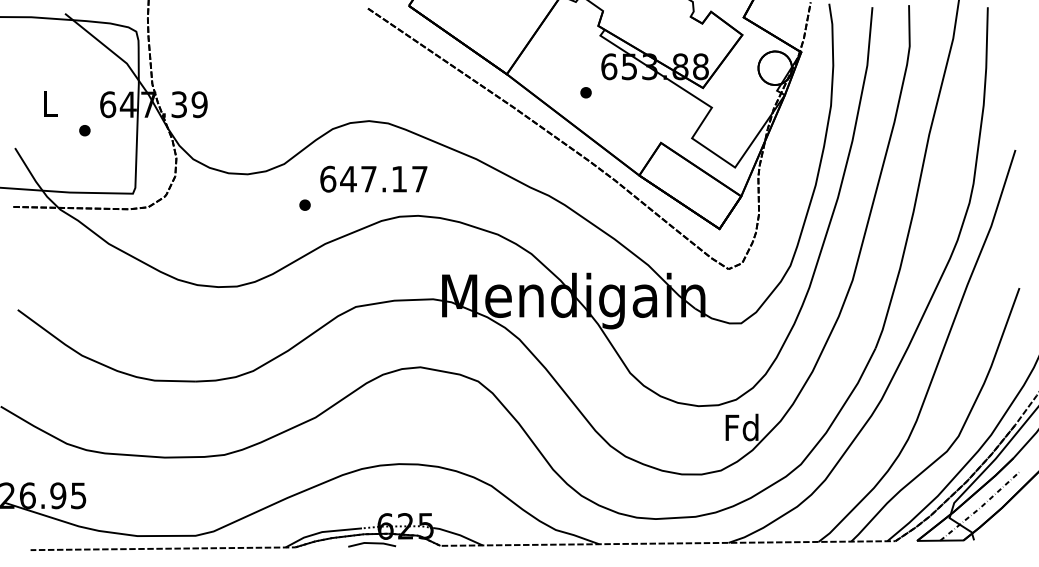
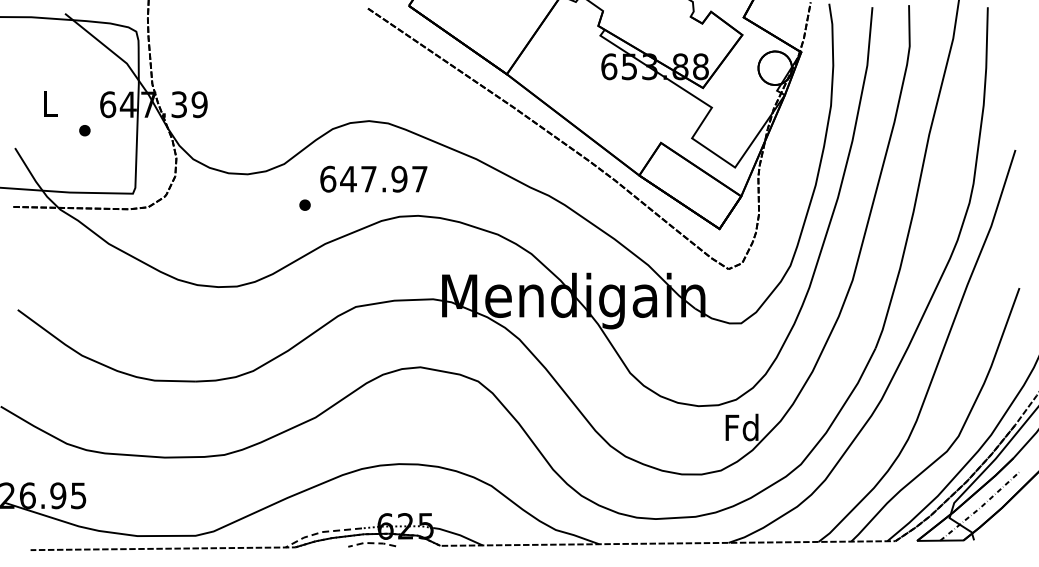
part at (585, 92): present -> none
text at (399, 178): 647.17 -> 647.97
line at (321, 532): solid -> dashed
line at (371, 543): solid -> dashed
